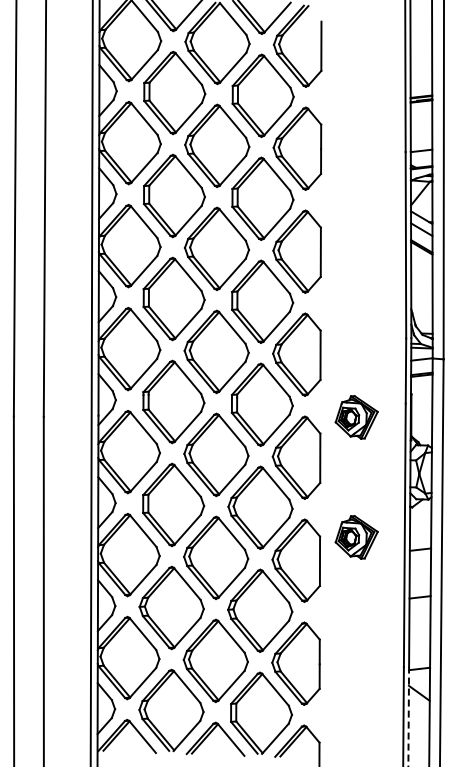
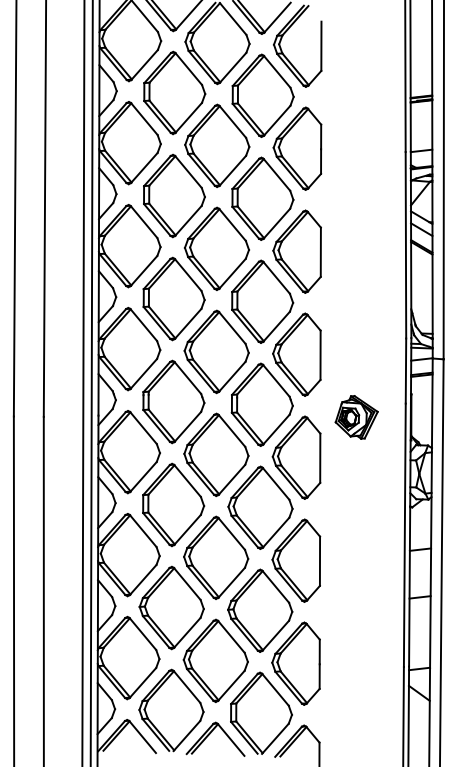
line at (83, 382): none -> present
part at (356, 537): present -> none
line at (408, 716): dashed -> solid
